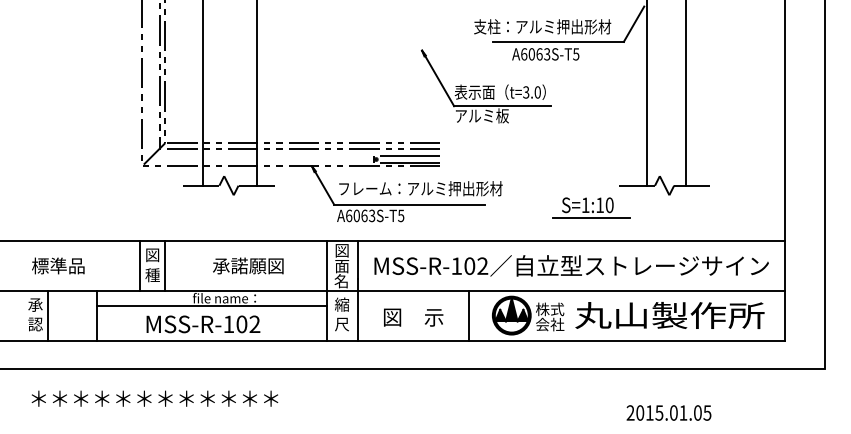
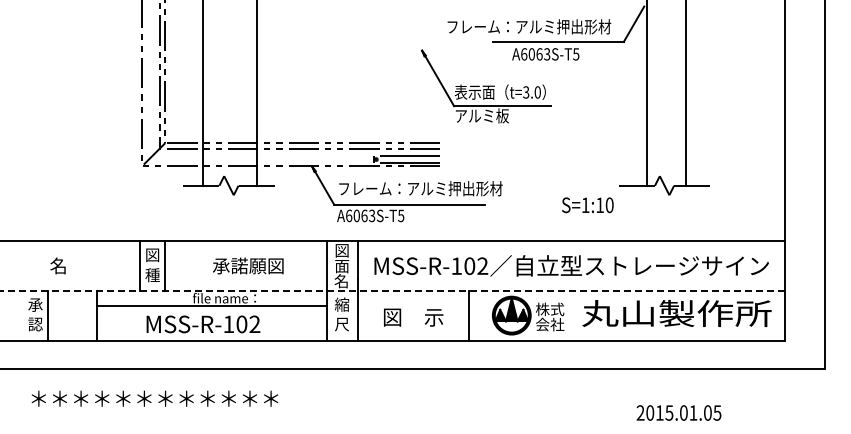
text at (473, 26): 支柱：アルミ押出形材 -> フレーム：アルミ押出形材
line at (591, 217): present -> none
text at (58, 265): 標準品 -> 名
line at (393, 291): solid -> dashed
text at (669, 315) position: (669, 315) -> (676, 313)
text at (668, 412) position: (668, 412) -> (678, 412)
